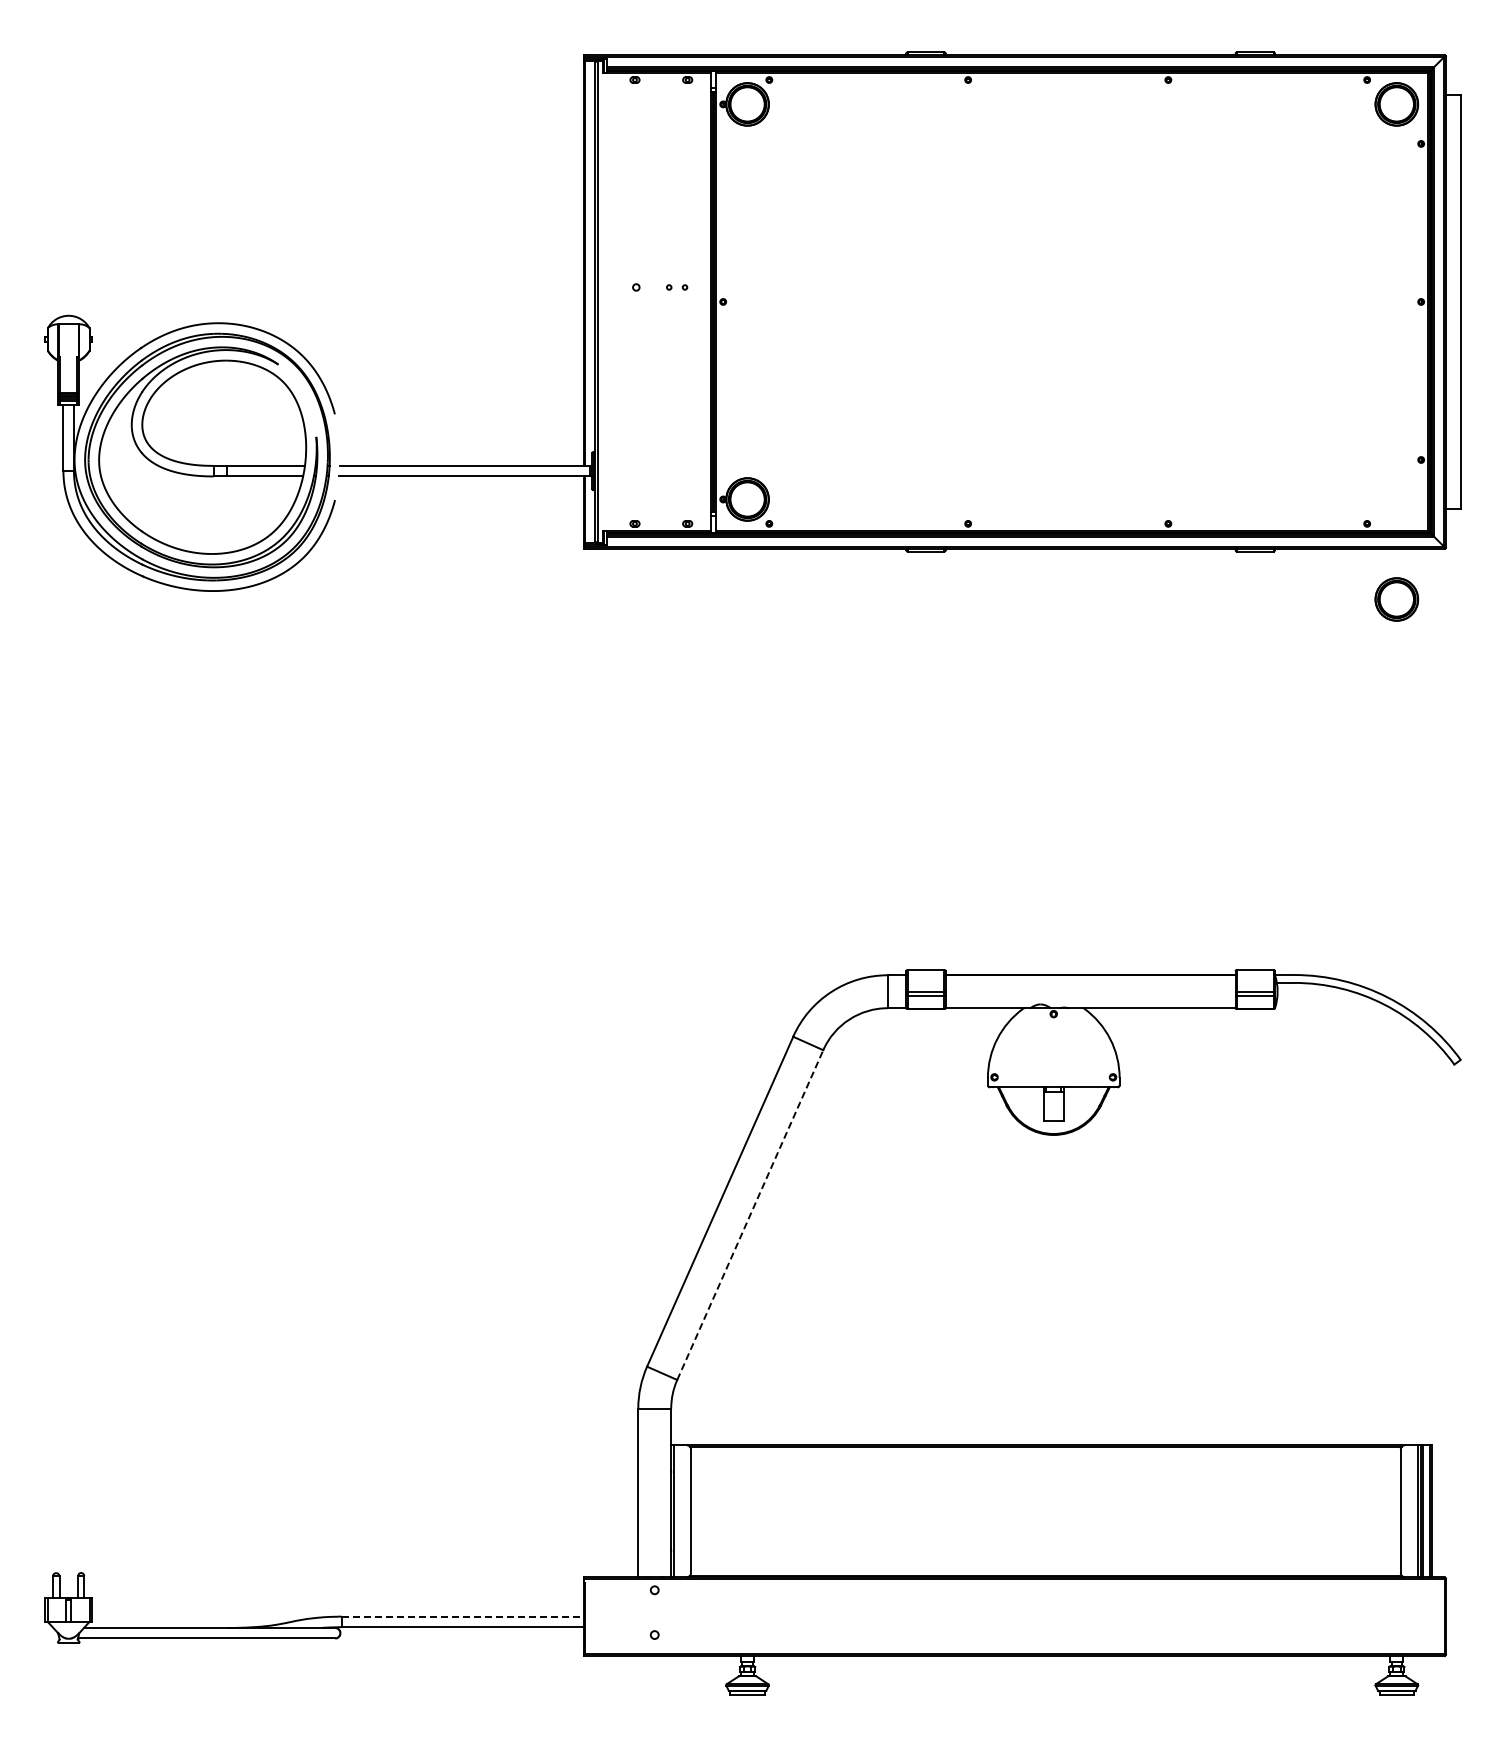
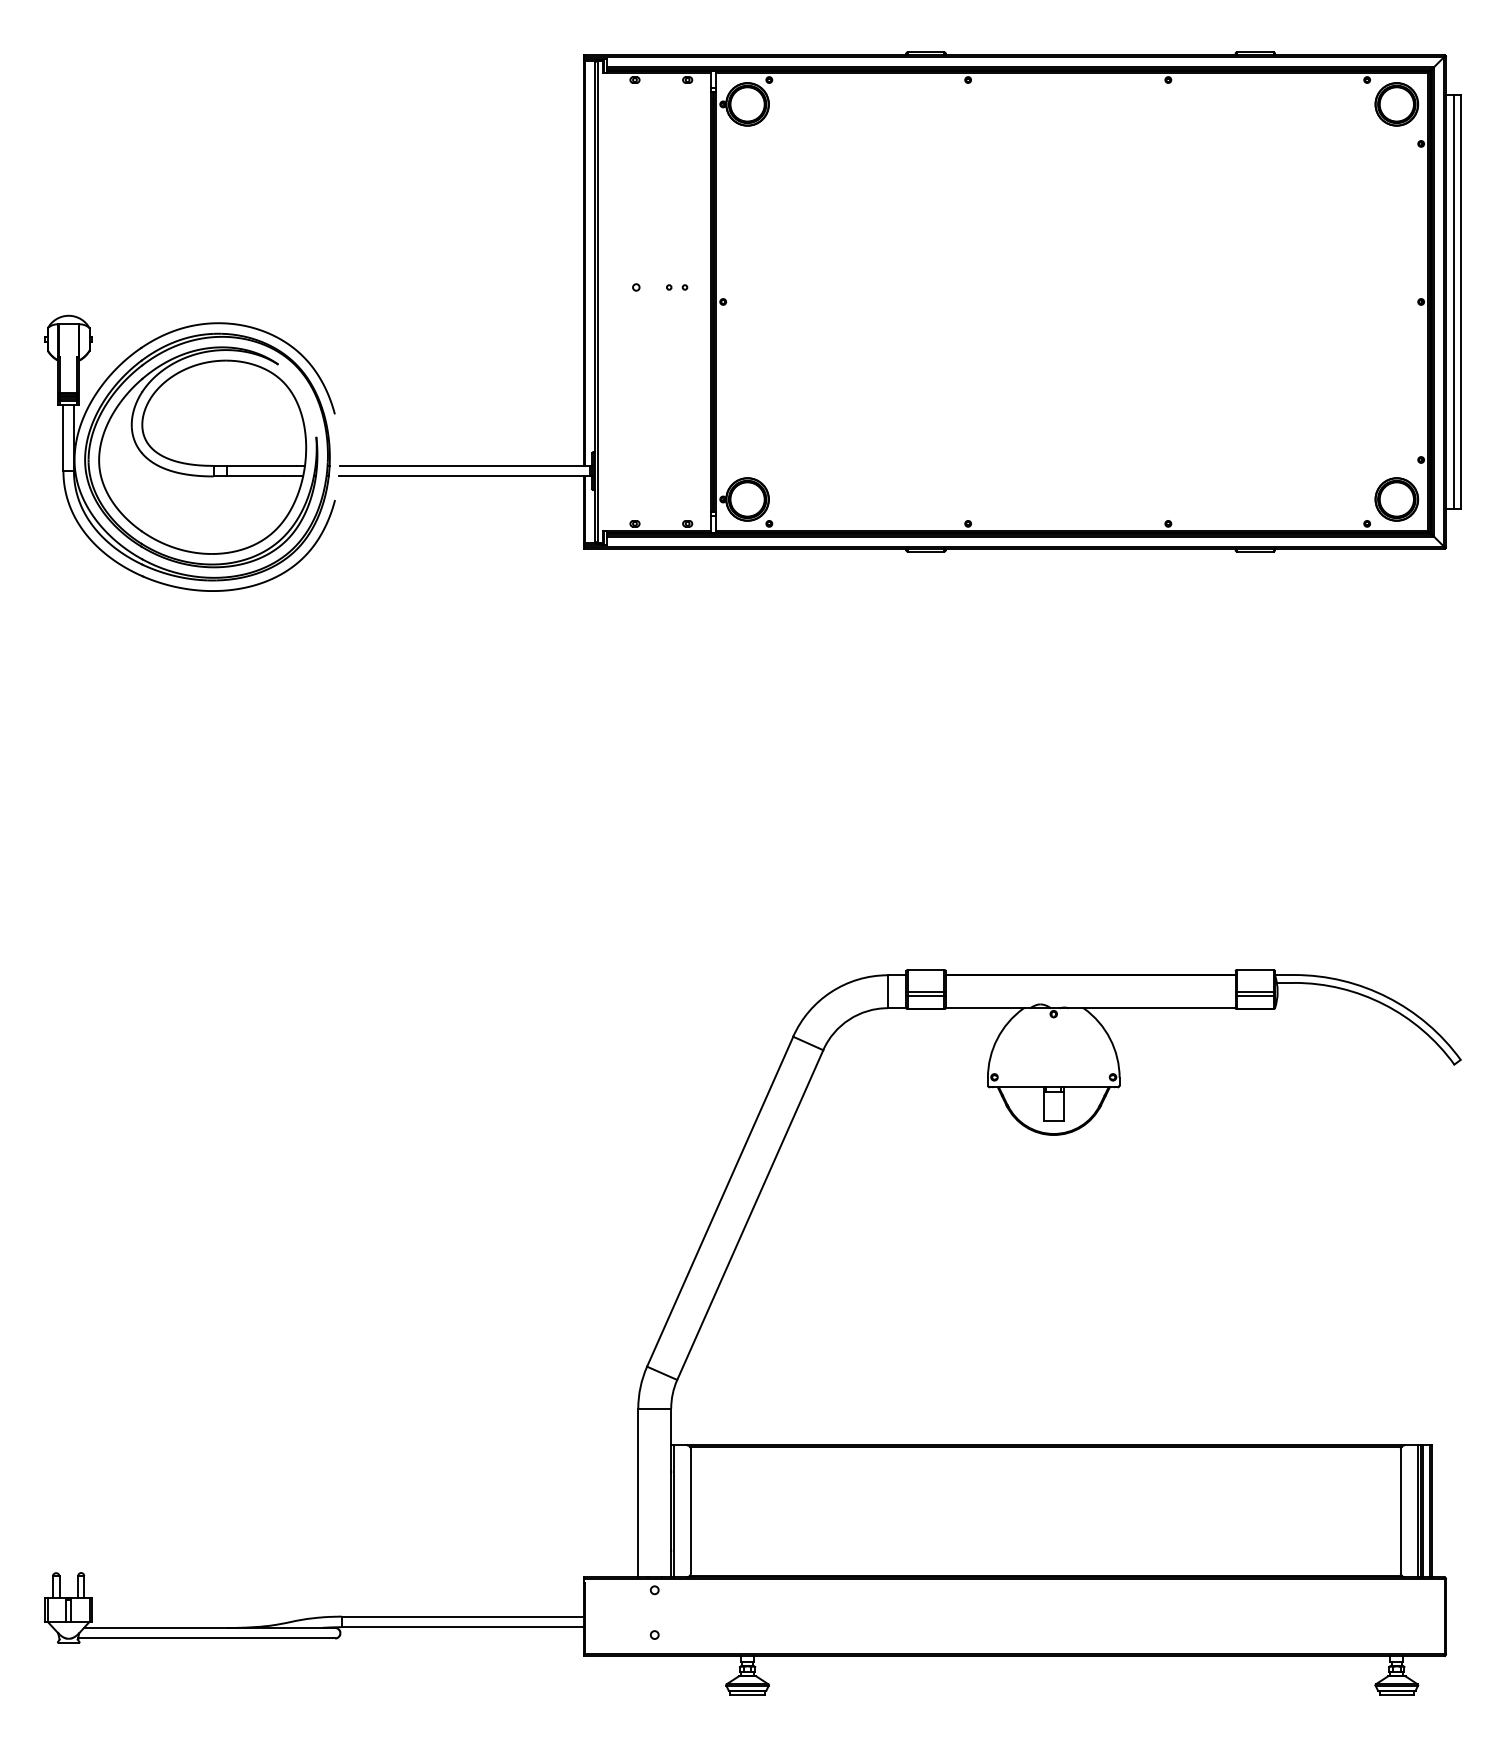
line at (1454, 301): none -> present
part at (1396, 599) position: (1396, 599) -> (1396, 499)
line at (750, 1214): dashed -> solid
line at (462, 1616): dashed -> solid
